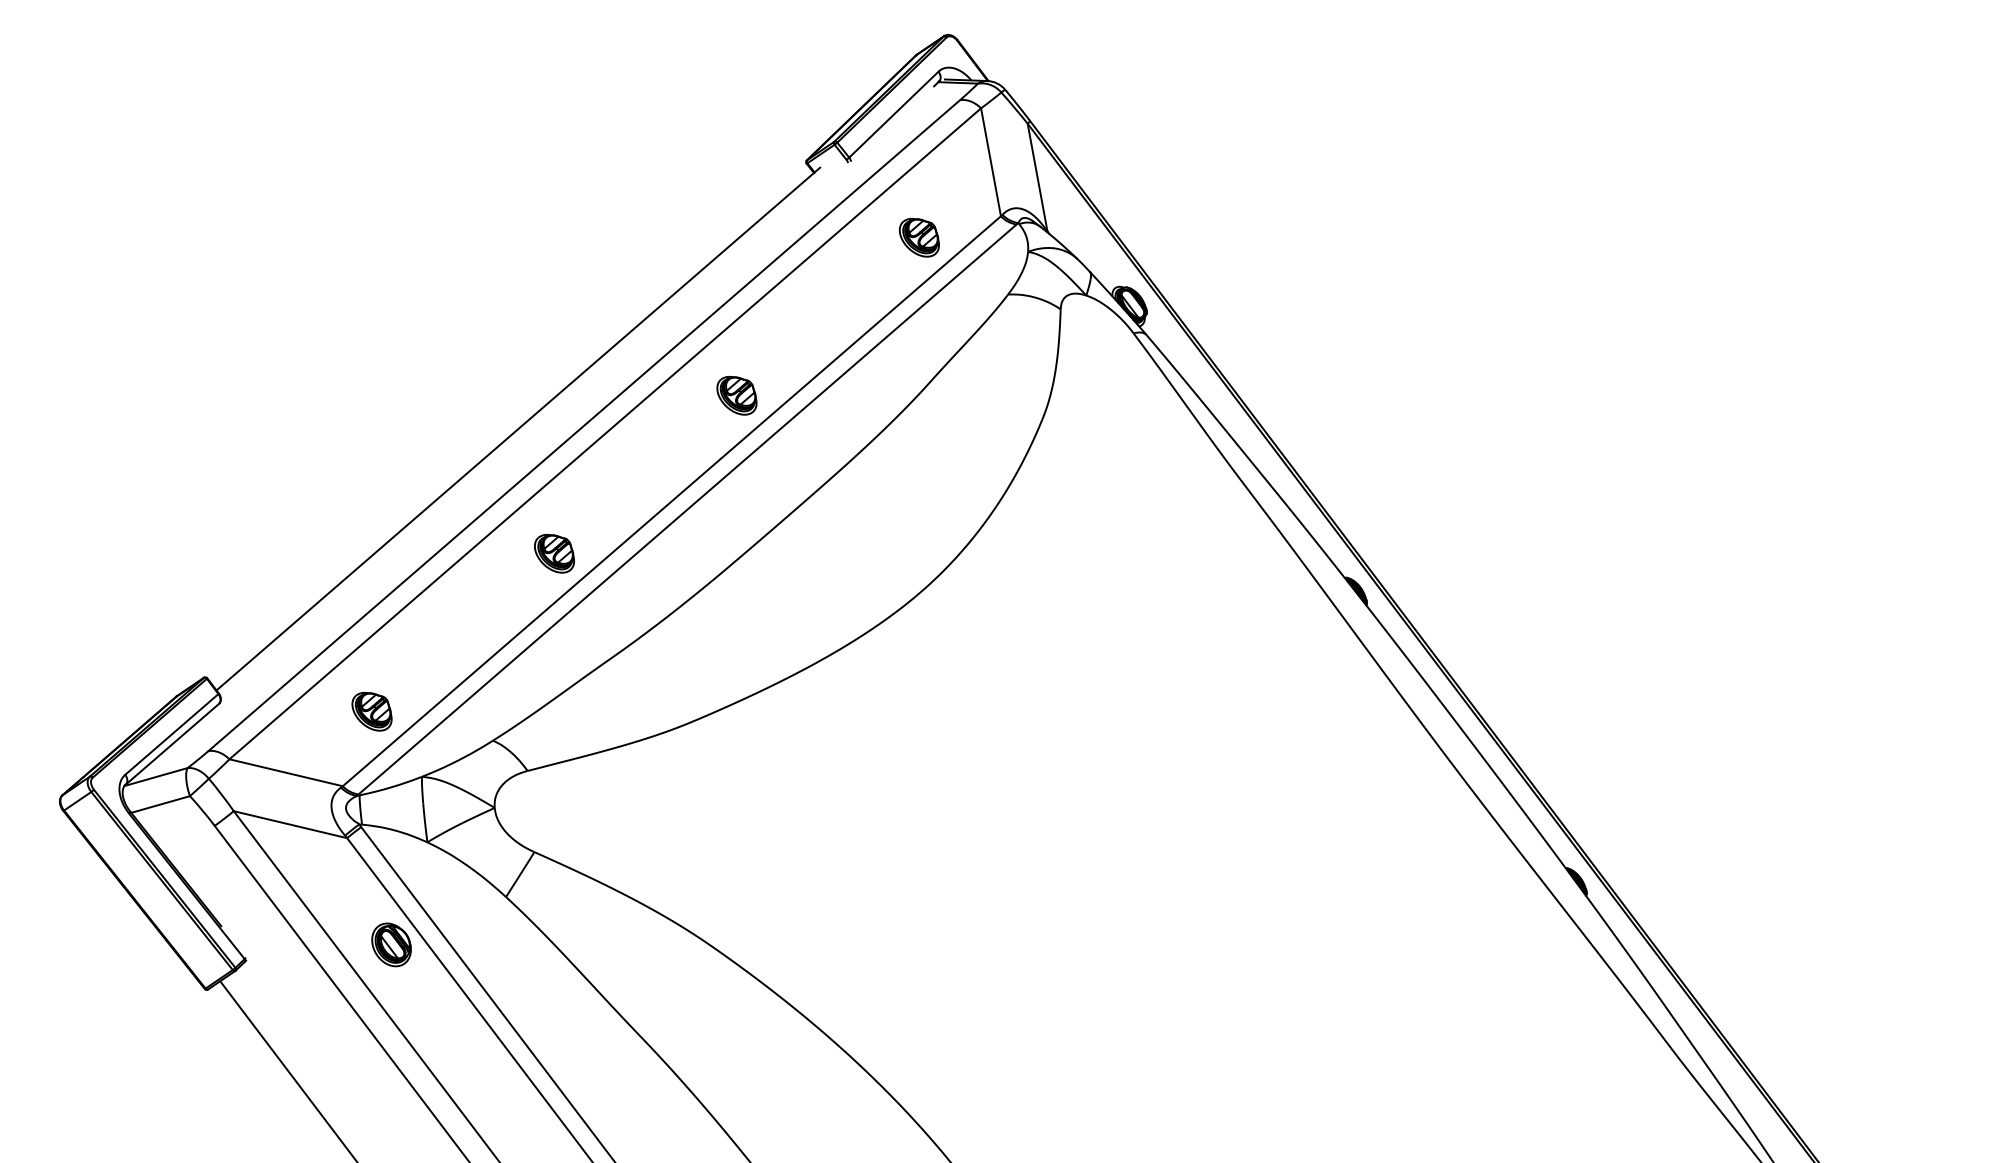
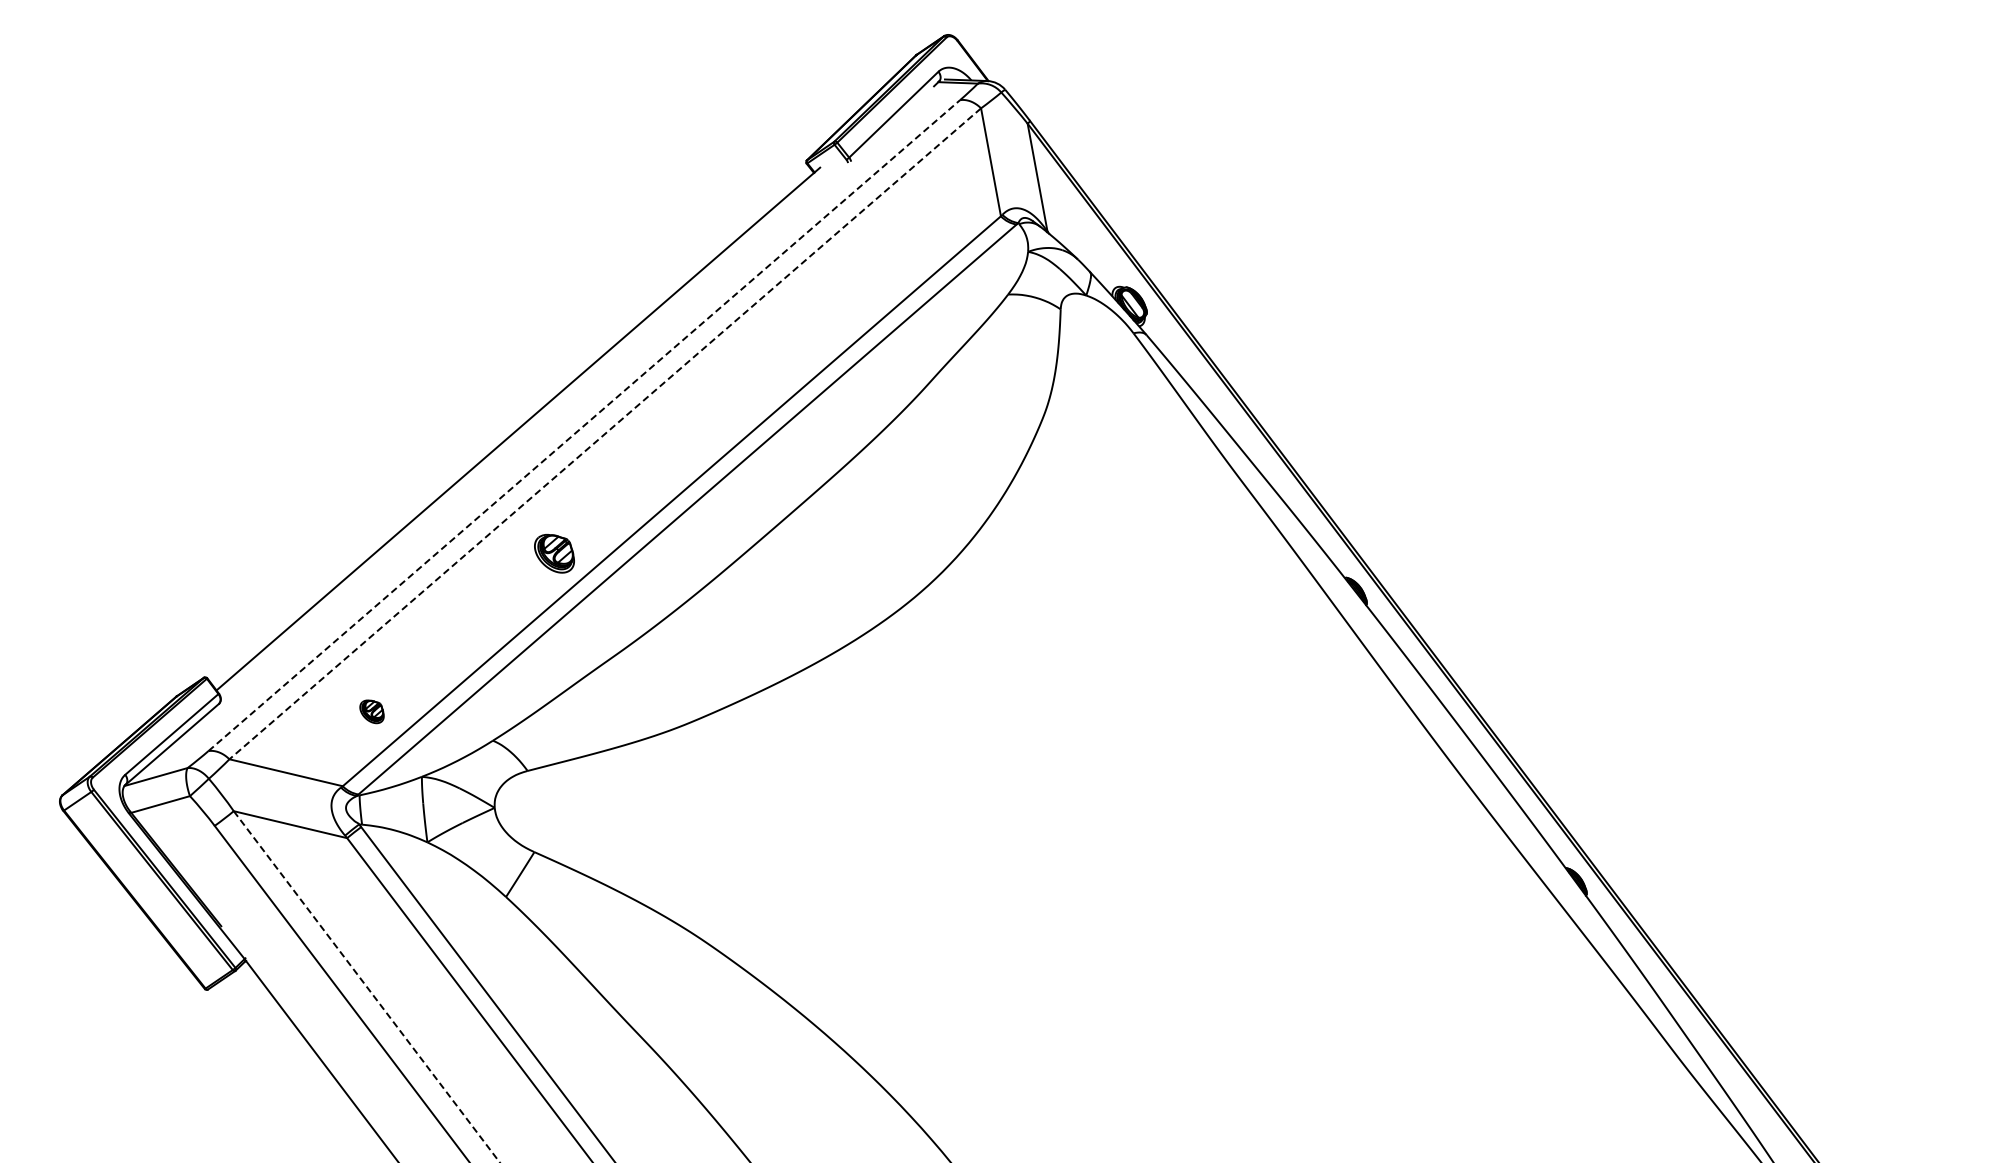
part at (918, 237): present -> none
part at (736, 395): present -> none
line at (584, 425): solid -> dashed
line at (604, 434): solid -> dashed
part at (371, 711) size: 42x40 px -> 26x26 px
part at (391, 944): present -> none
line at (367, 987): solid -> dashed
line at (287, 1070) position: (287, 1070) -> (321, 1060)
